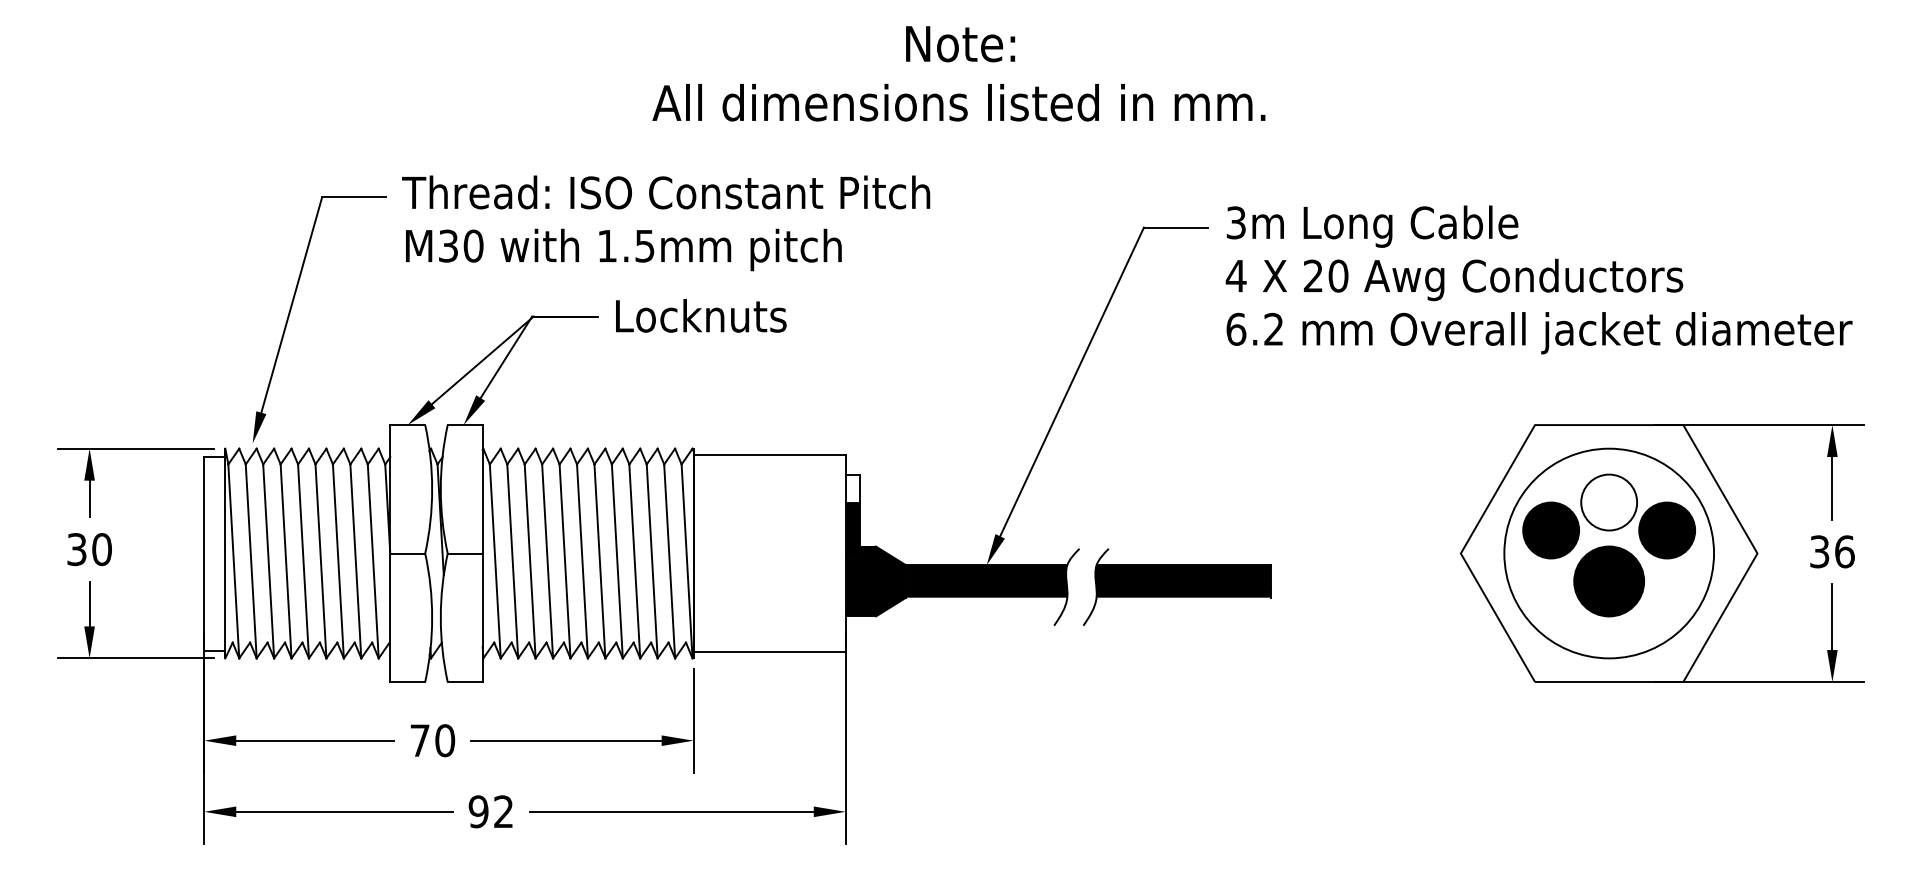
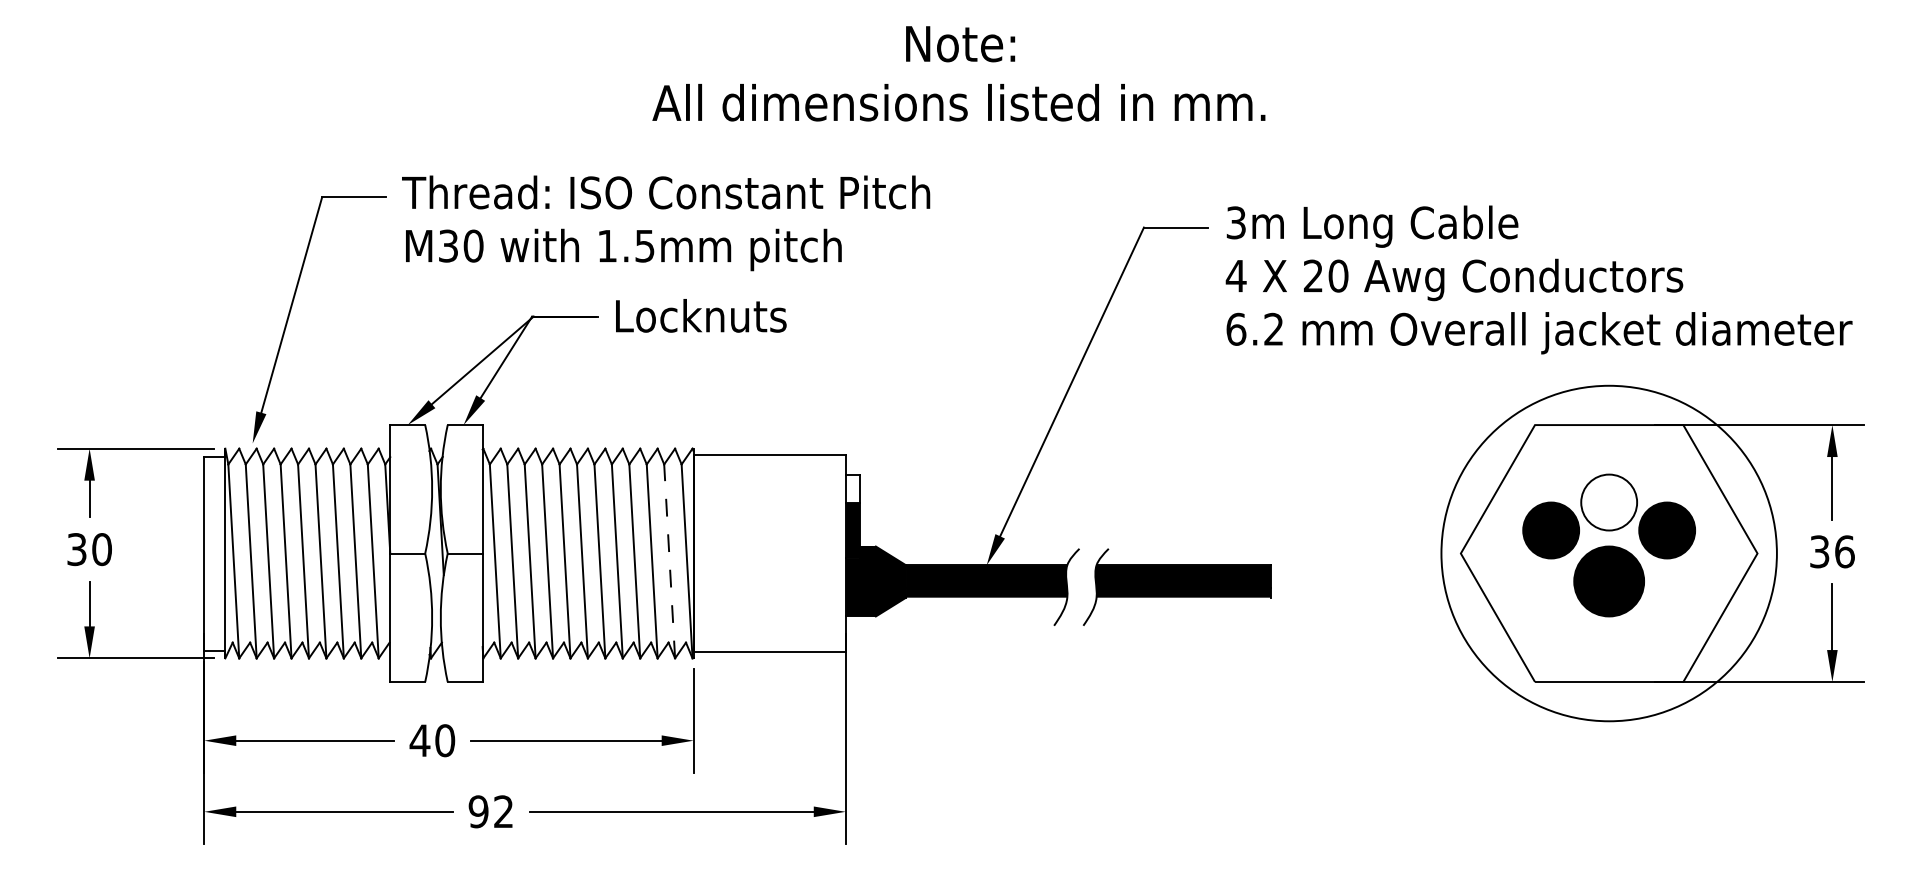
circle at (1609, 553) diameter: 210 px -> 335 px
line at (669, 560): solid -> dashed
text at (419, 740): 70 -> 40
